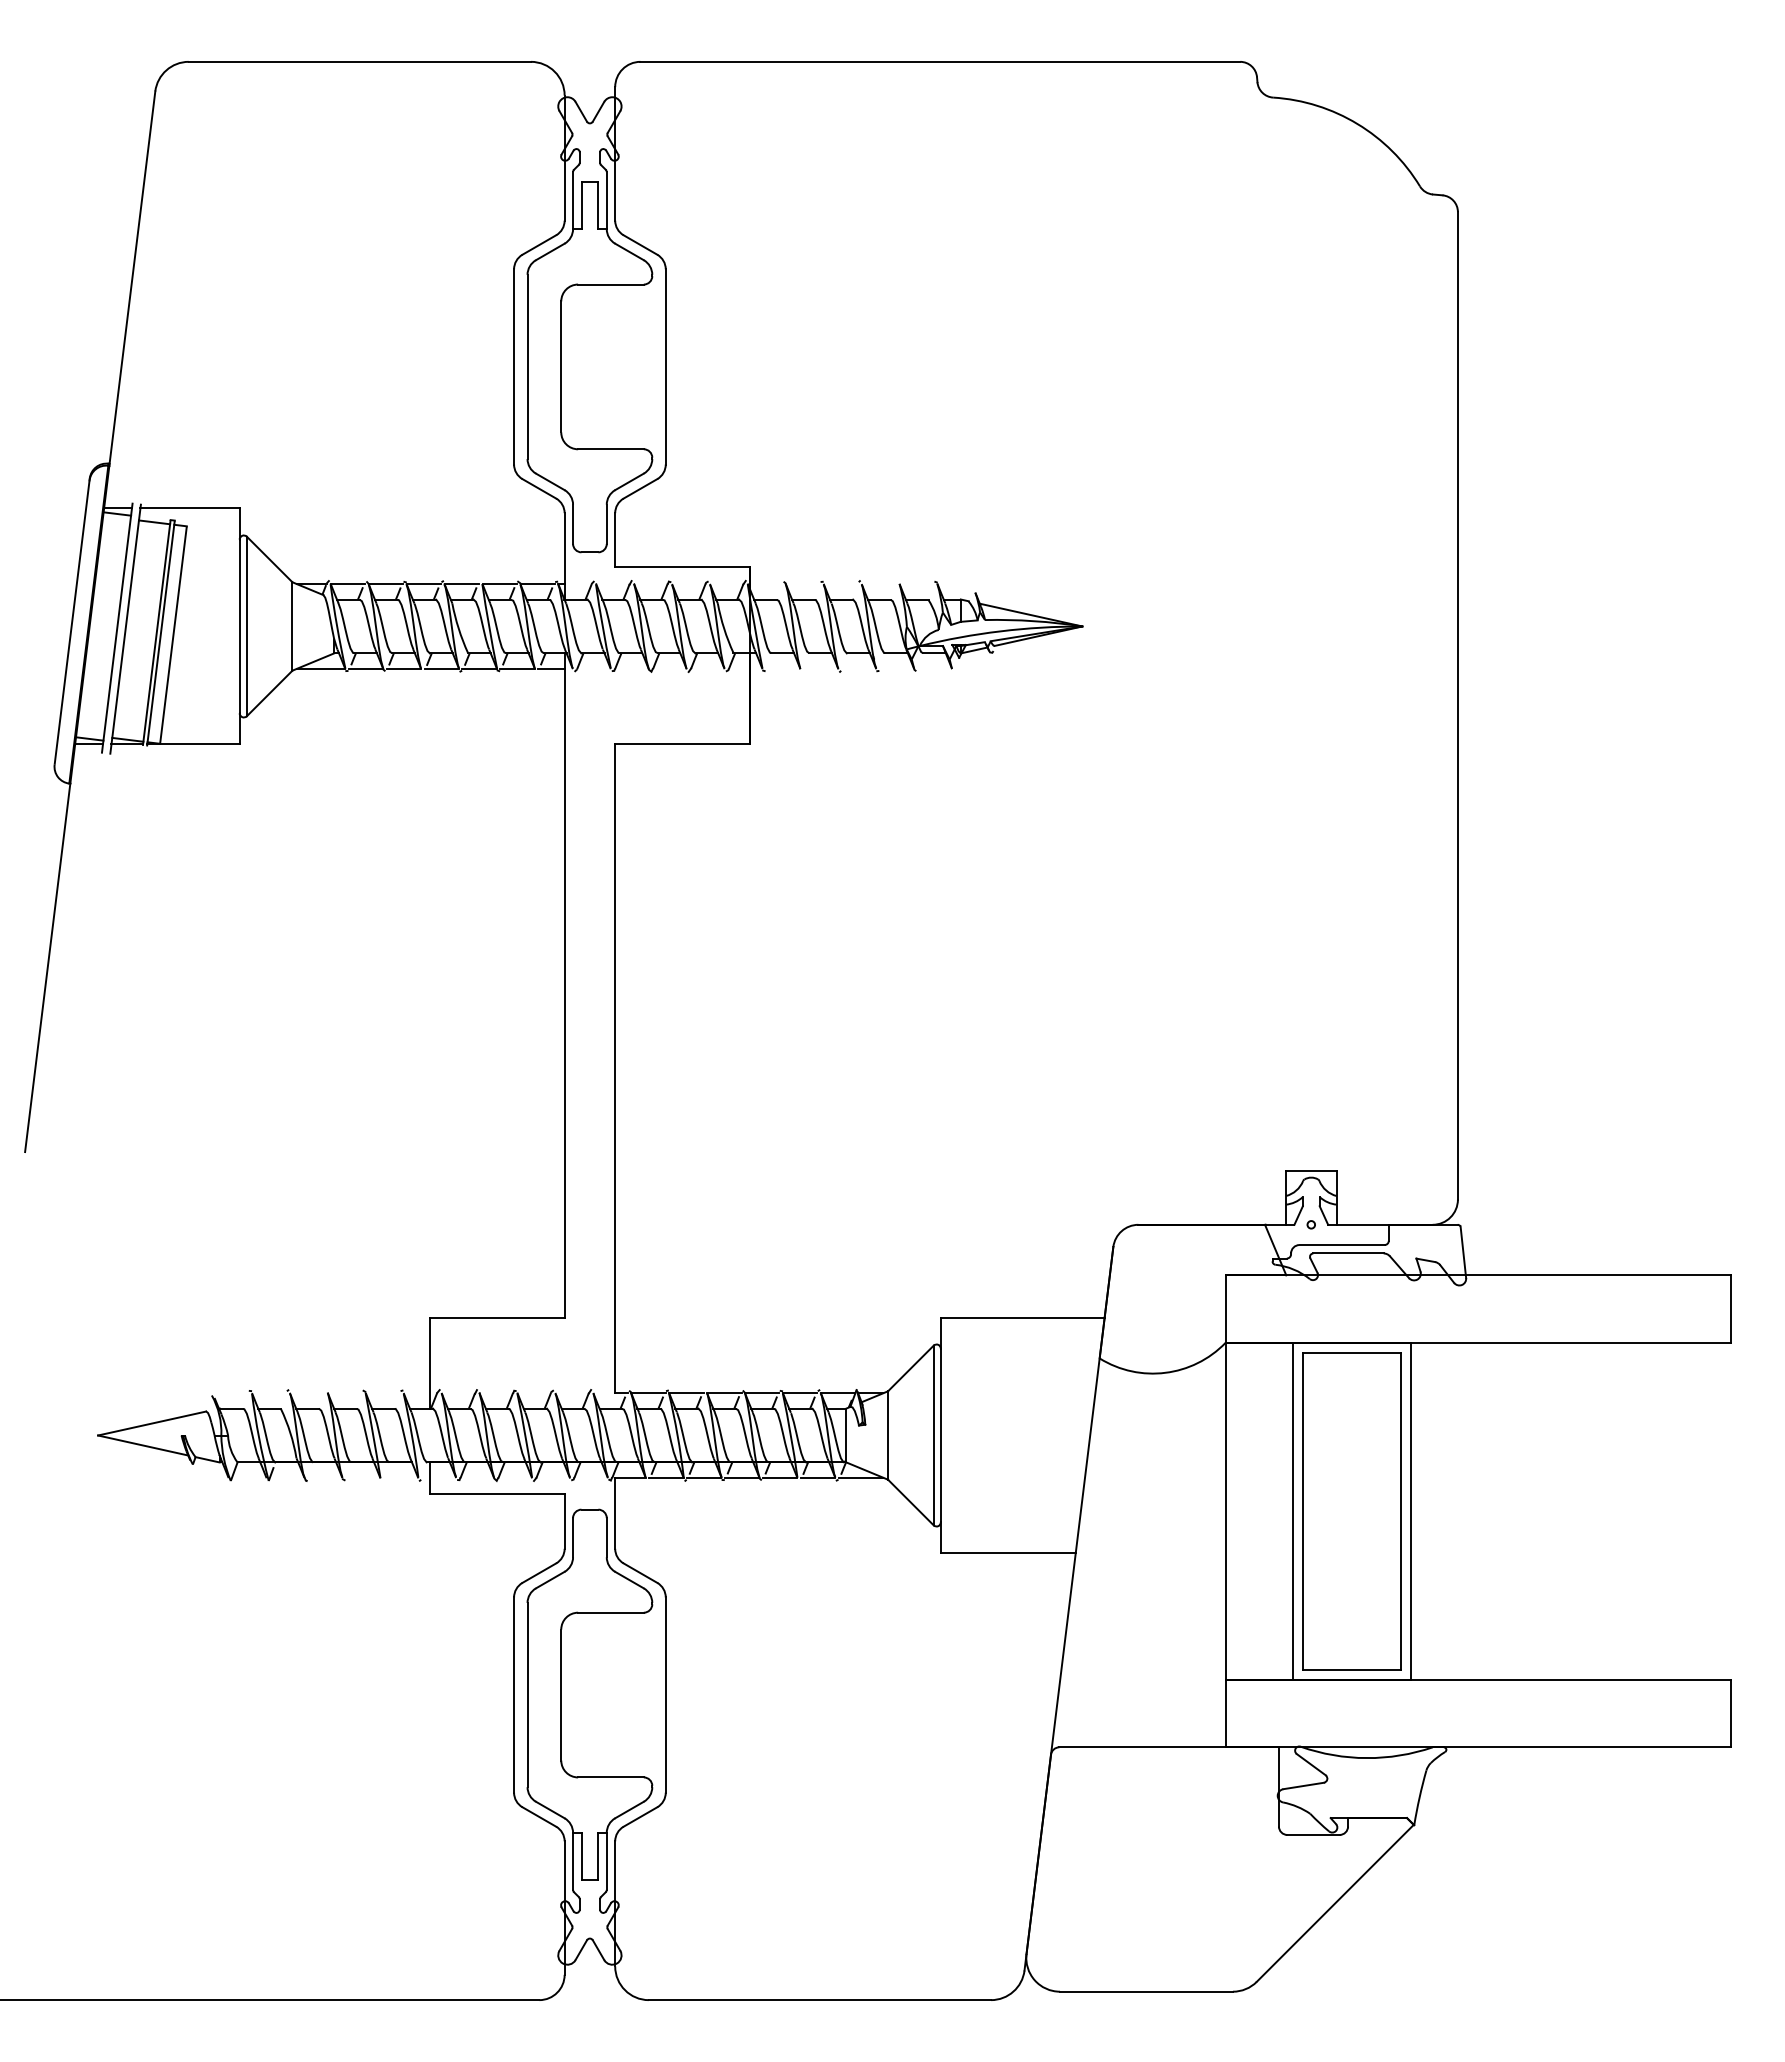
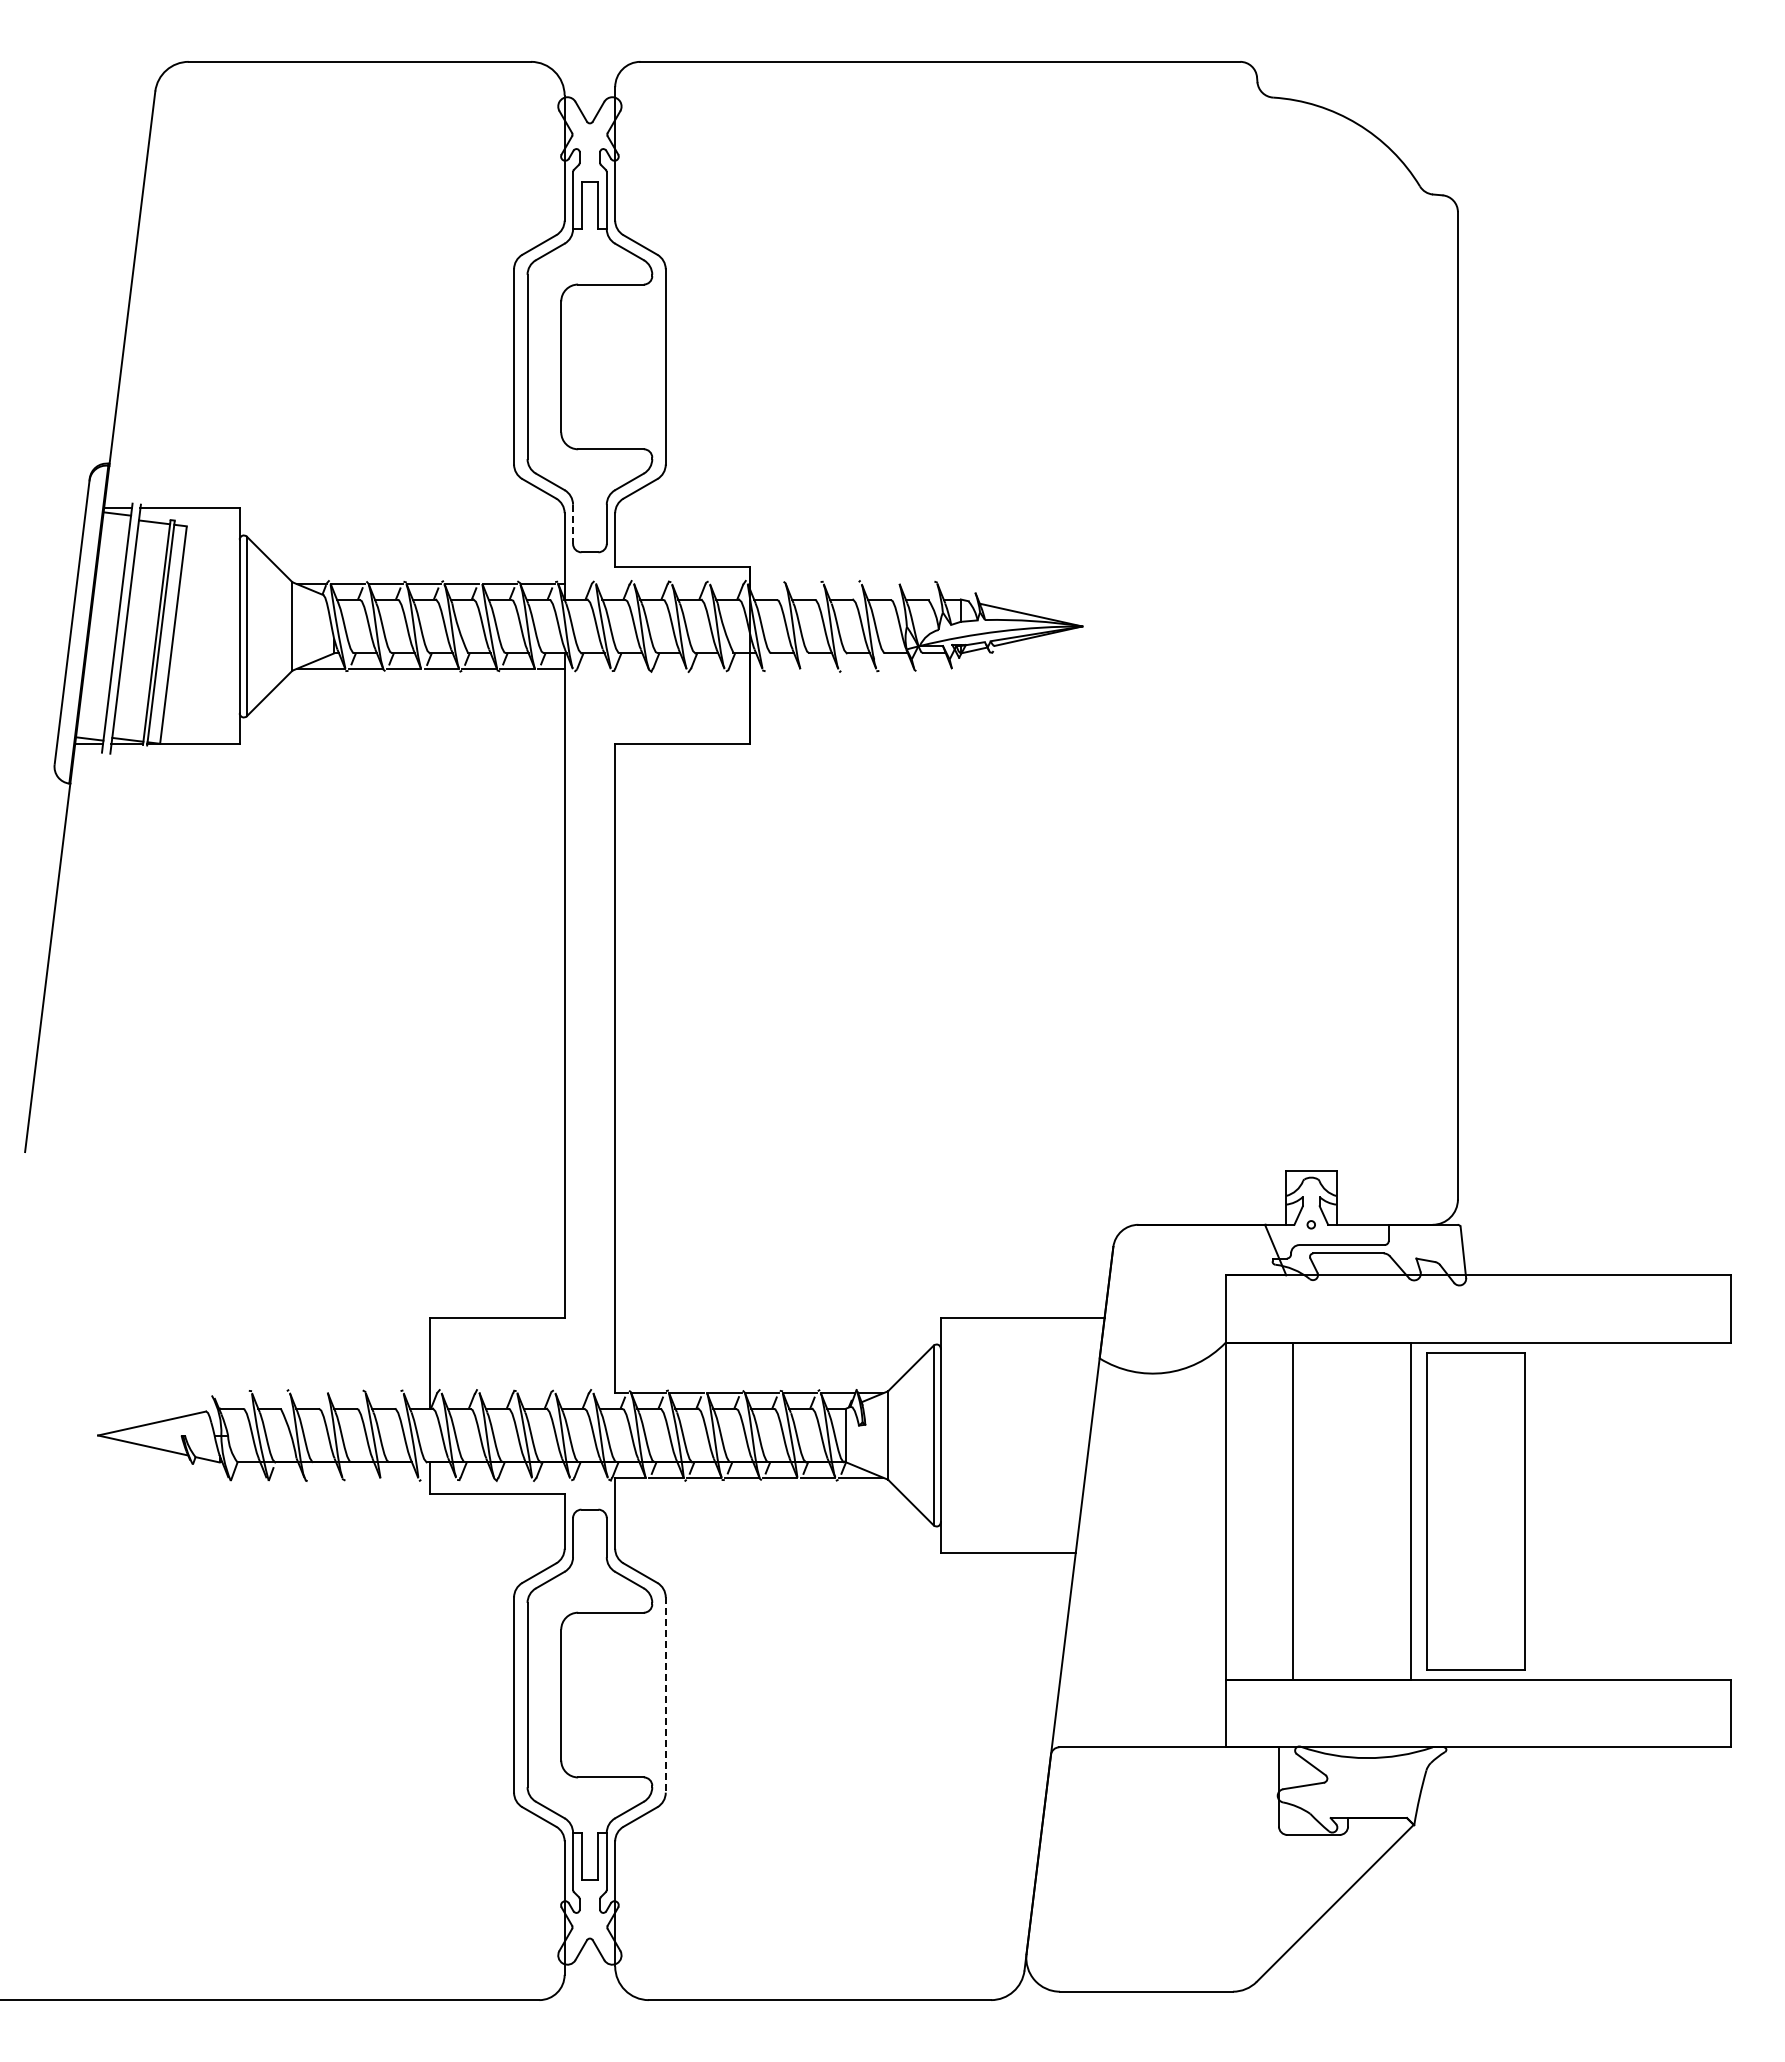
line at (573, 524): solid -> dashed
part at (1351, 1511) position: (1351, 1511) -> (1475, 1511)
line at (665, 1695): solid -> dashed
